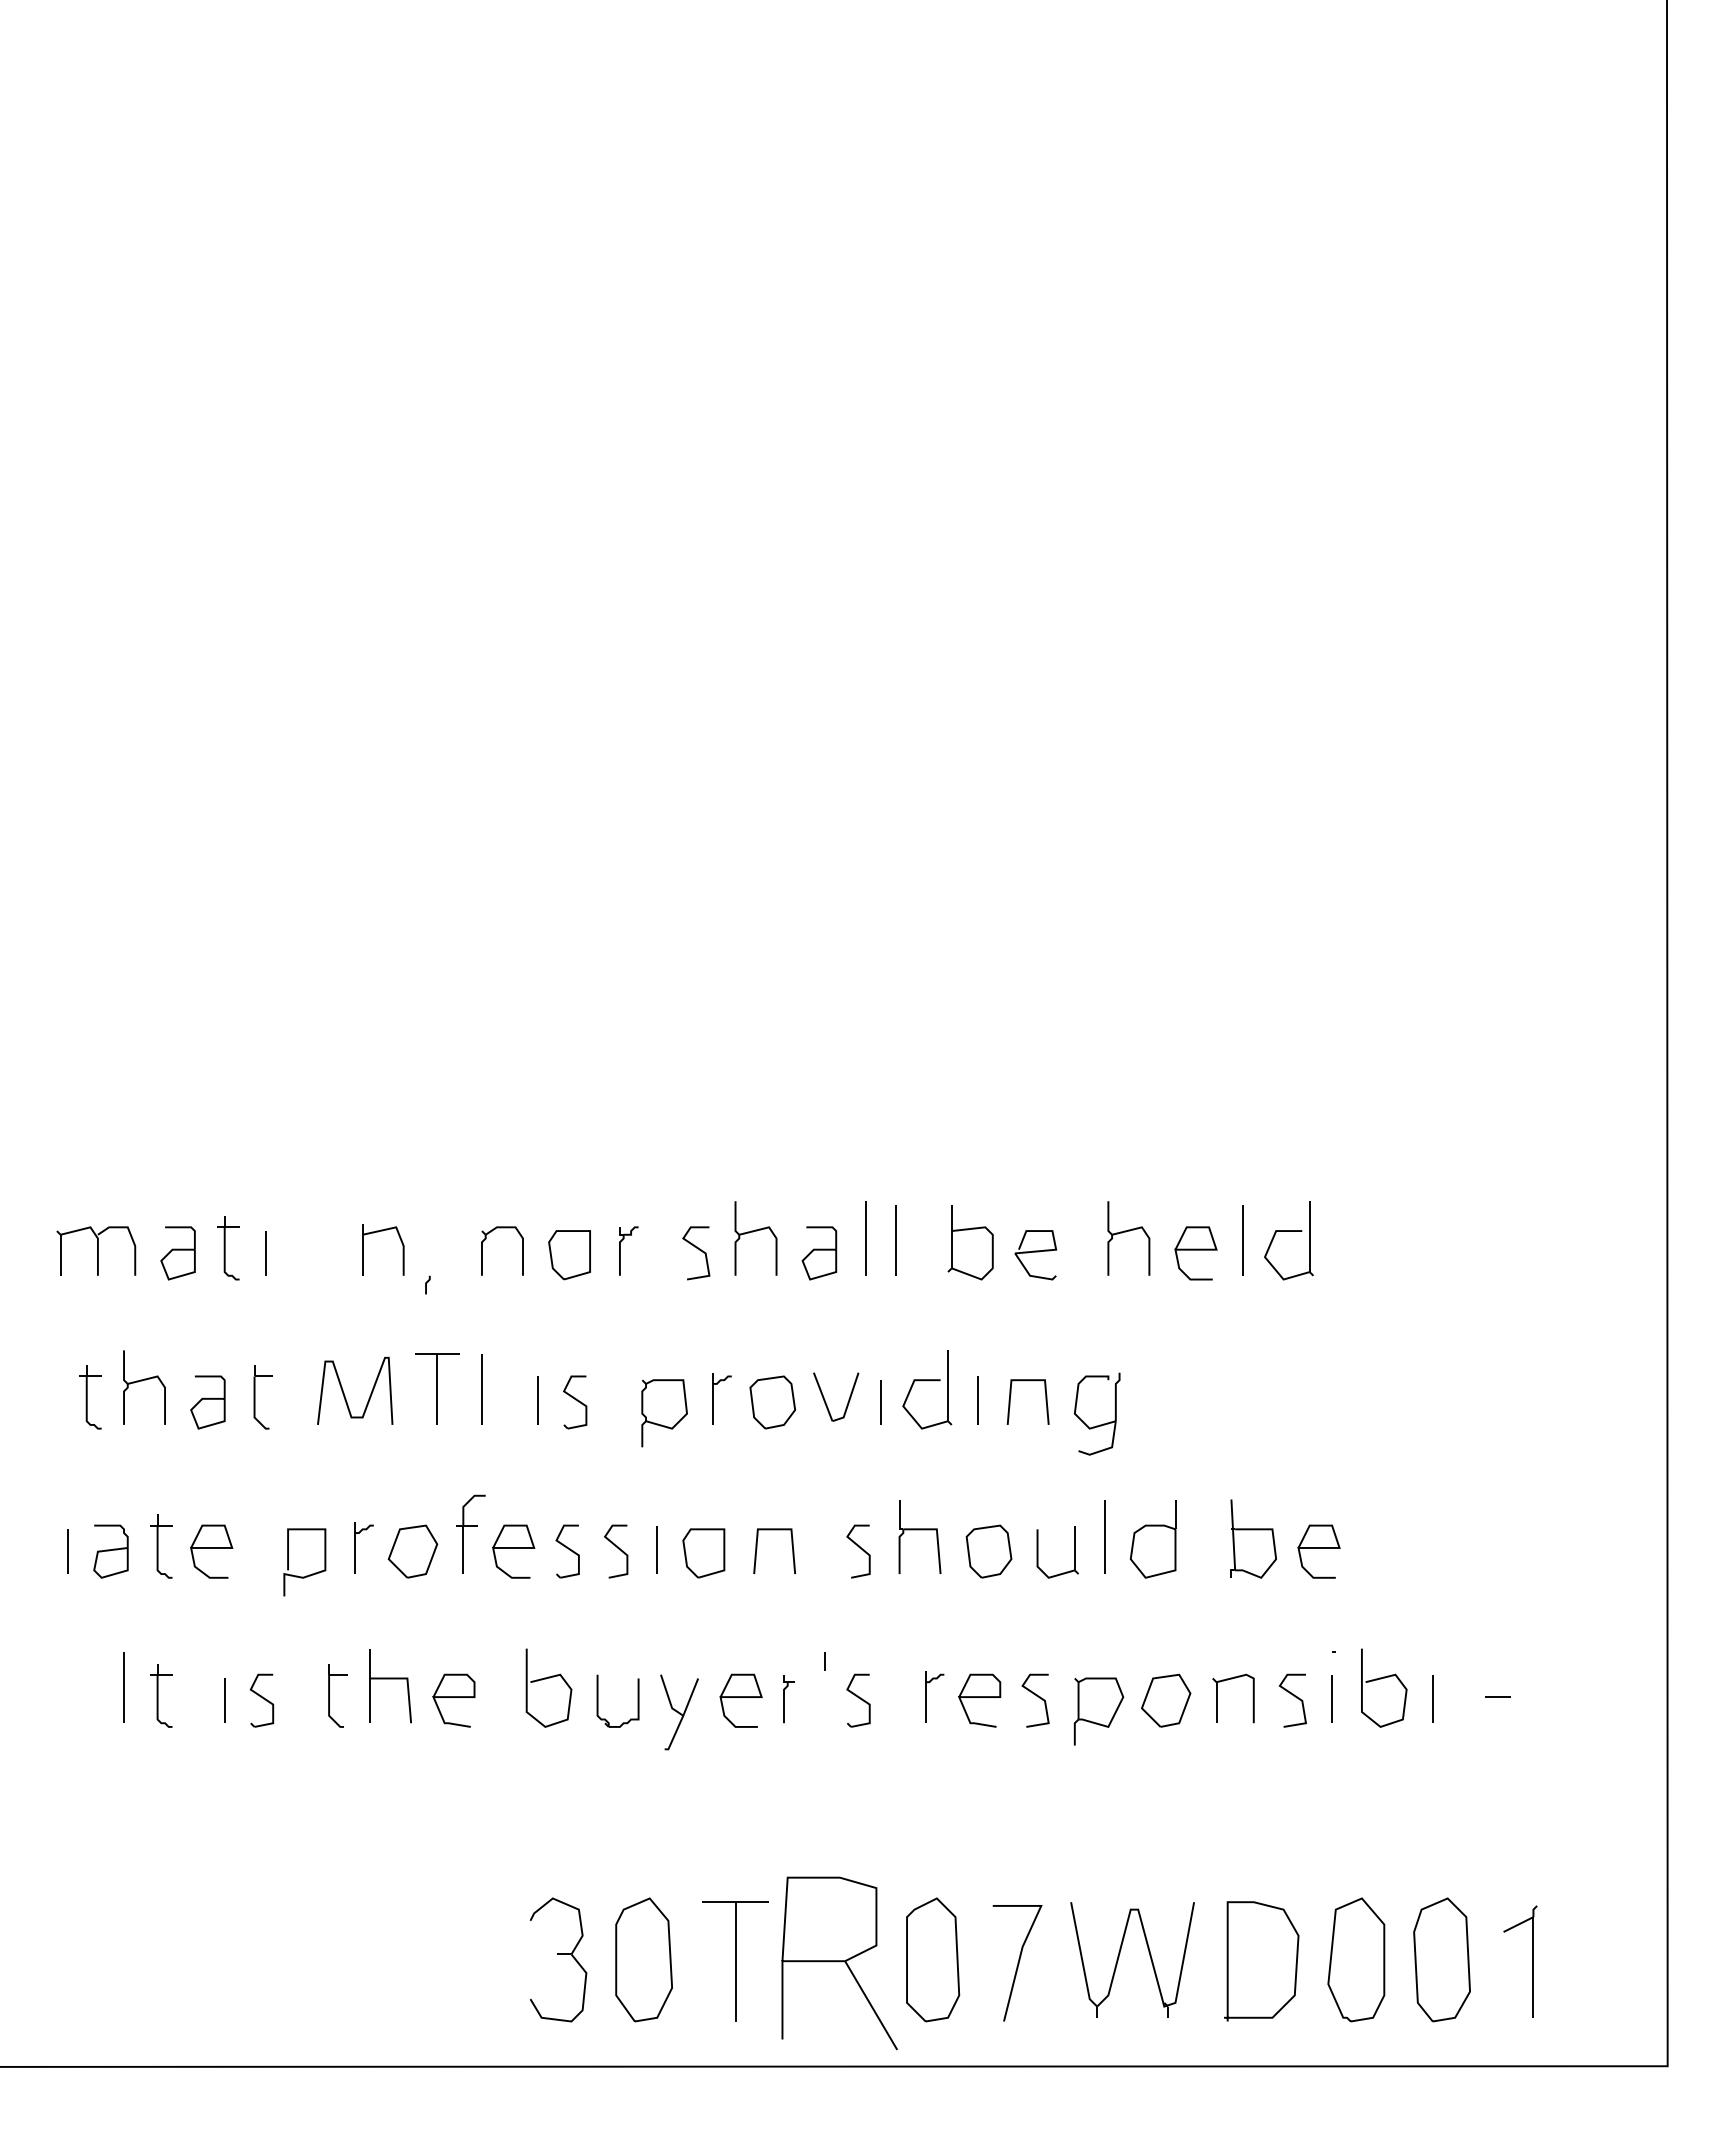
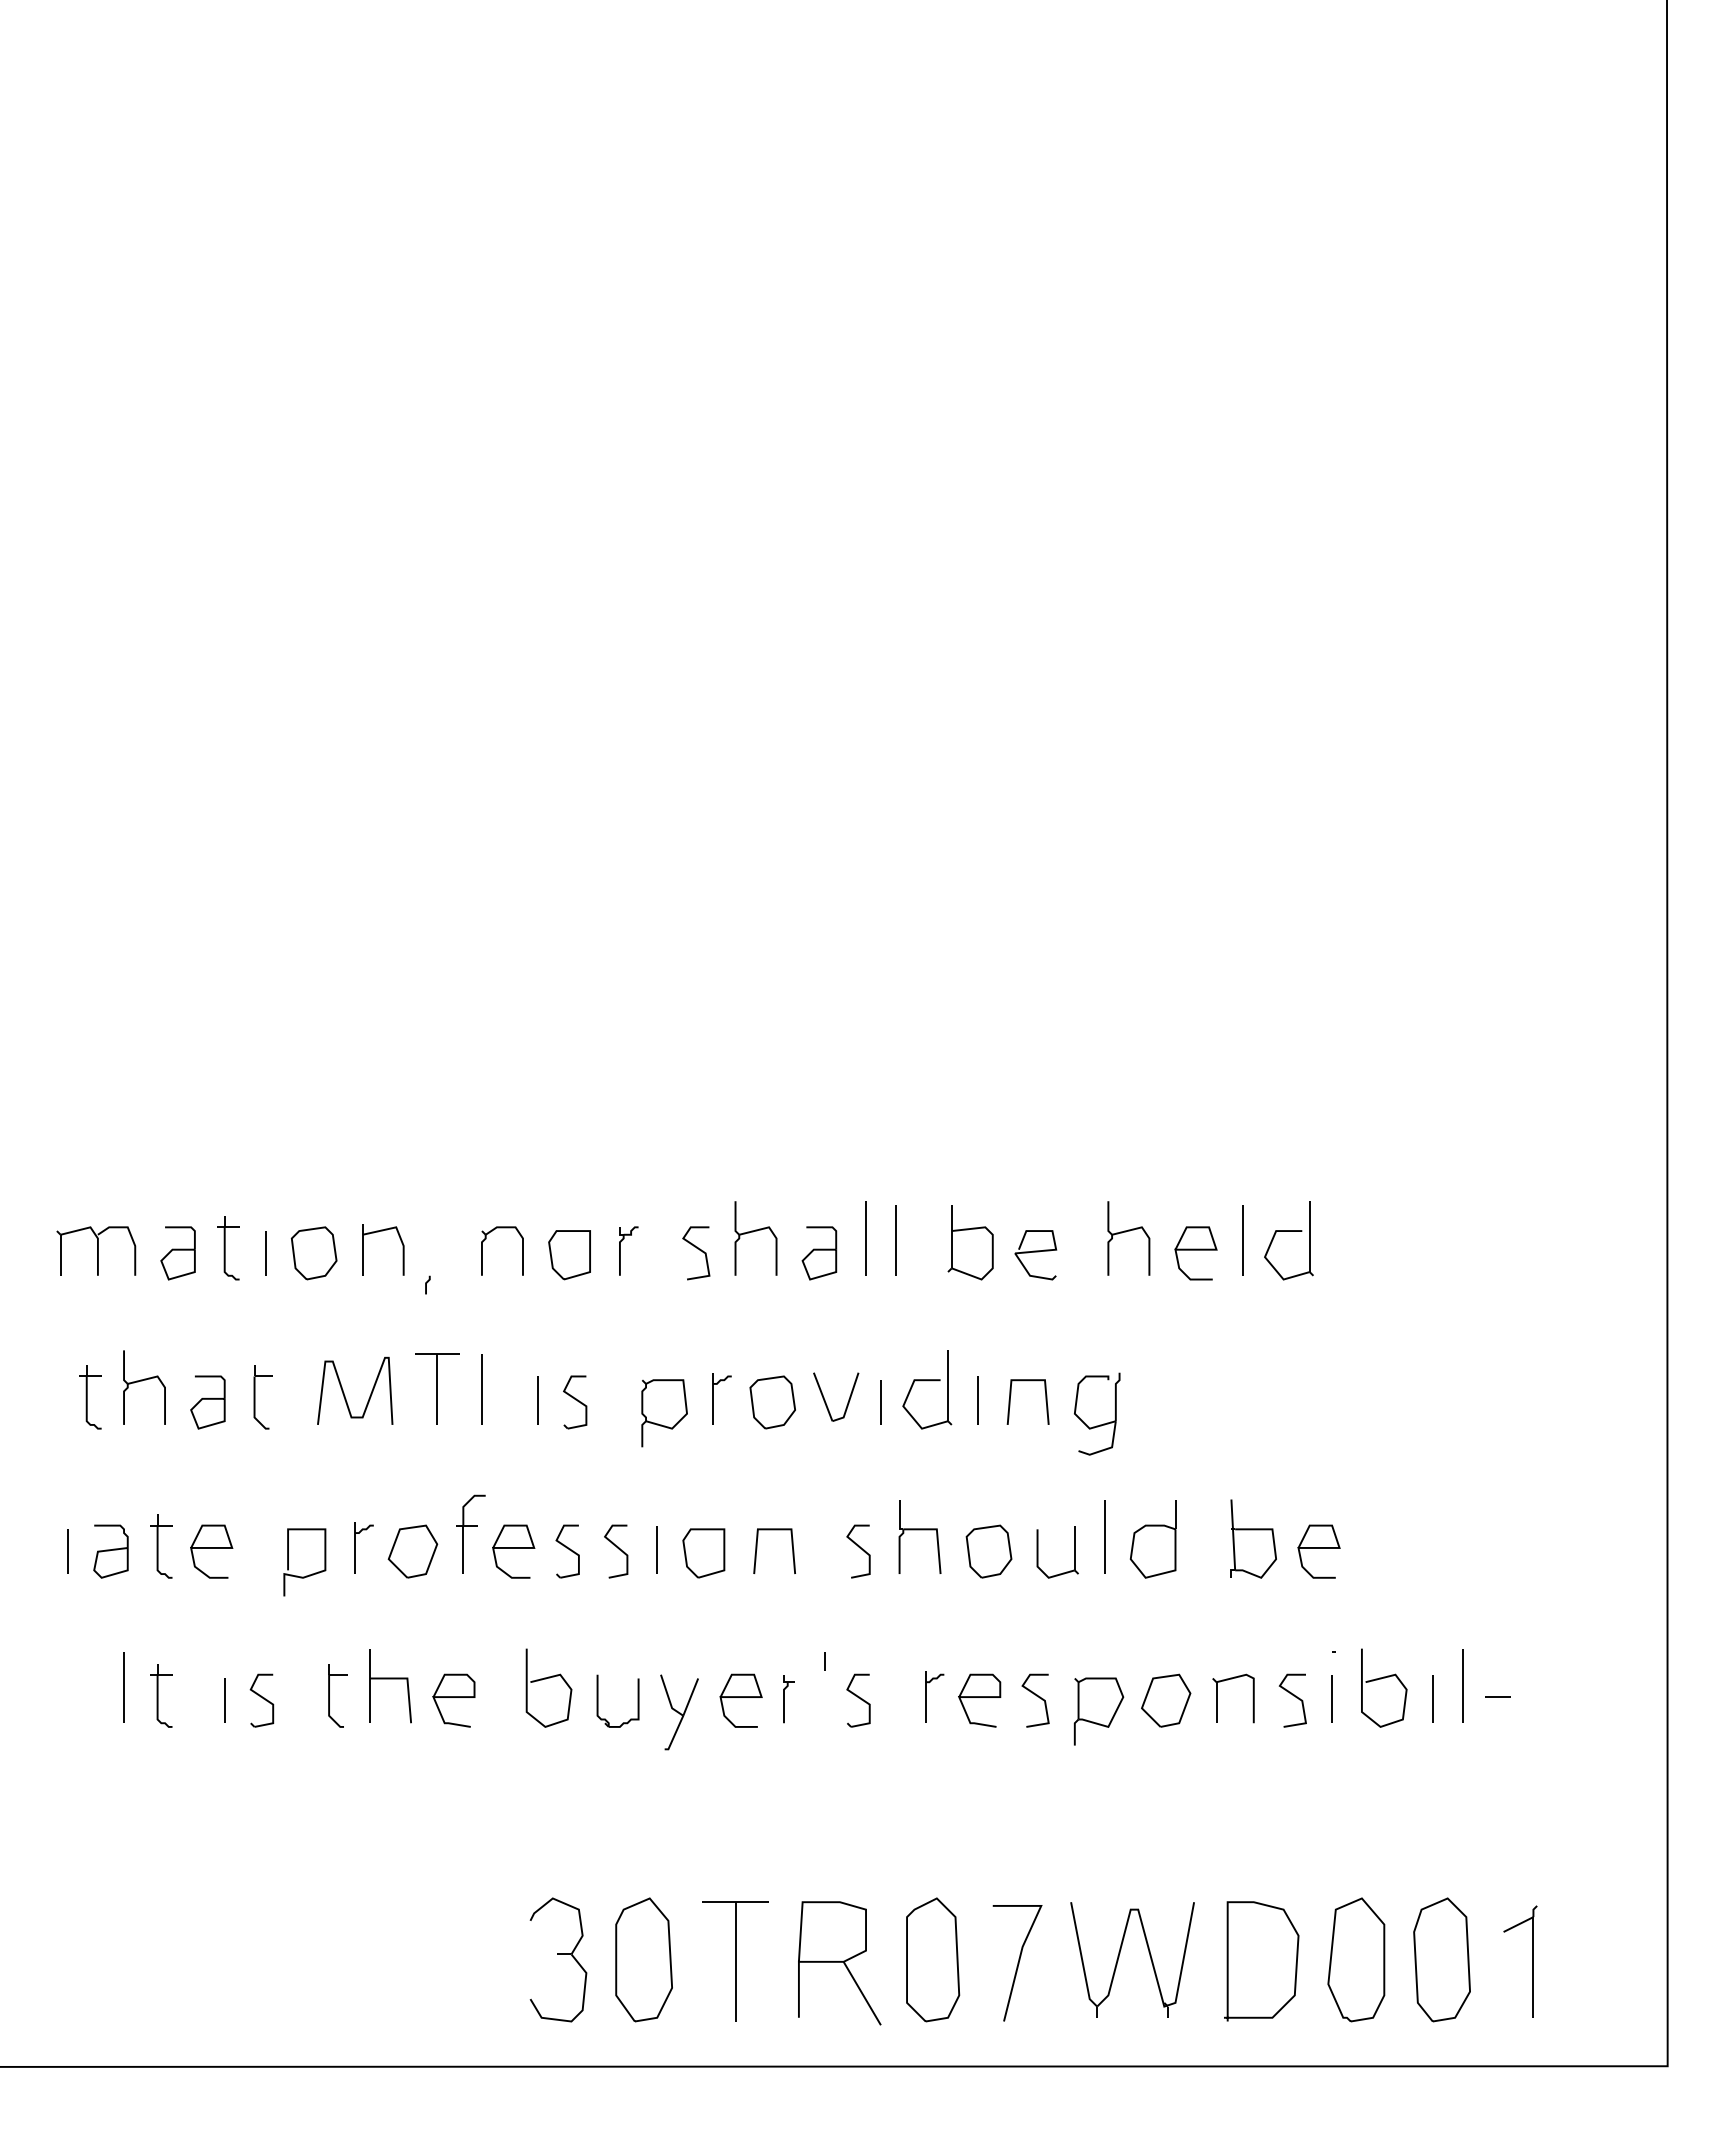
part at (313, 1253): none -> present
line at (1462, 1685): none -> present
part at (839, 1963) size: 117x175 px -> 84x125 px
